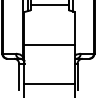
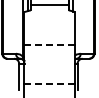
line at (49, 45): solid -> dashed
line at (50, 84): solid -> dashed
